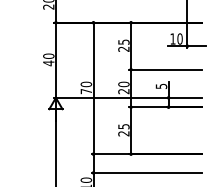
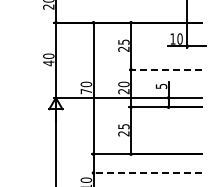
line at (165, 69): solid -> dashed
line at (146, 172): solid -> dashed
